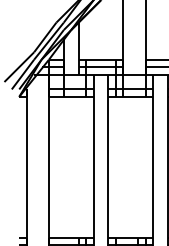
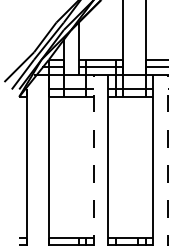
line at (93, 160): solid -> dashed
line at (167, 160): solid -> dashed
